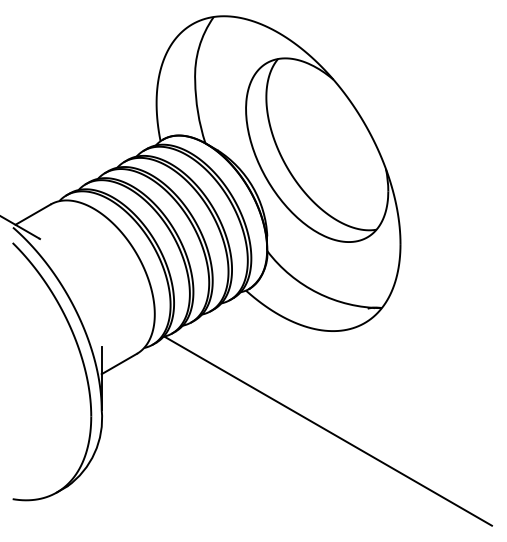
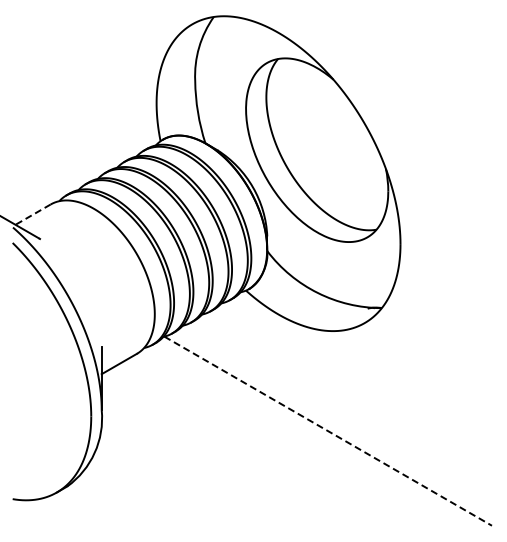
line at (32, 214): solid -> dashed
line at (328, 431): solid -> dashed
